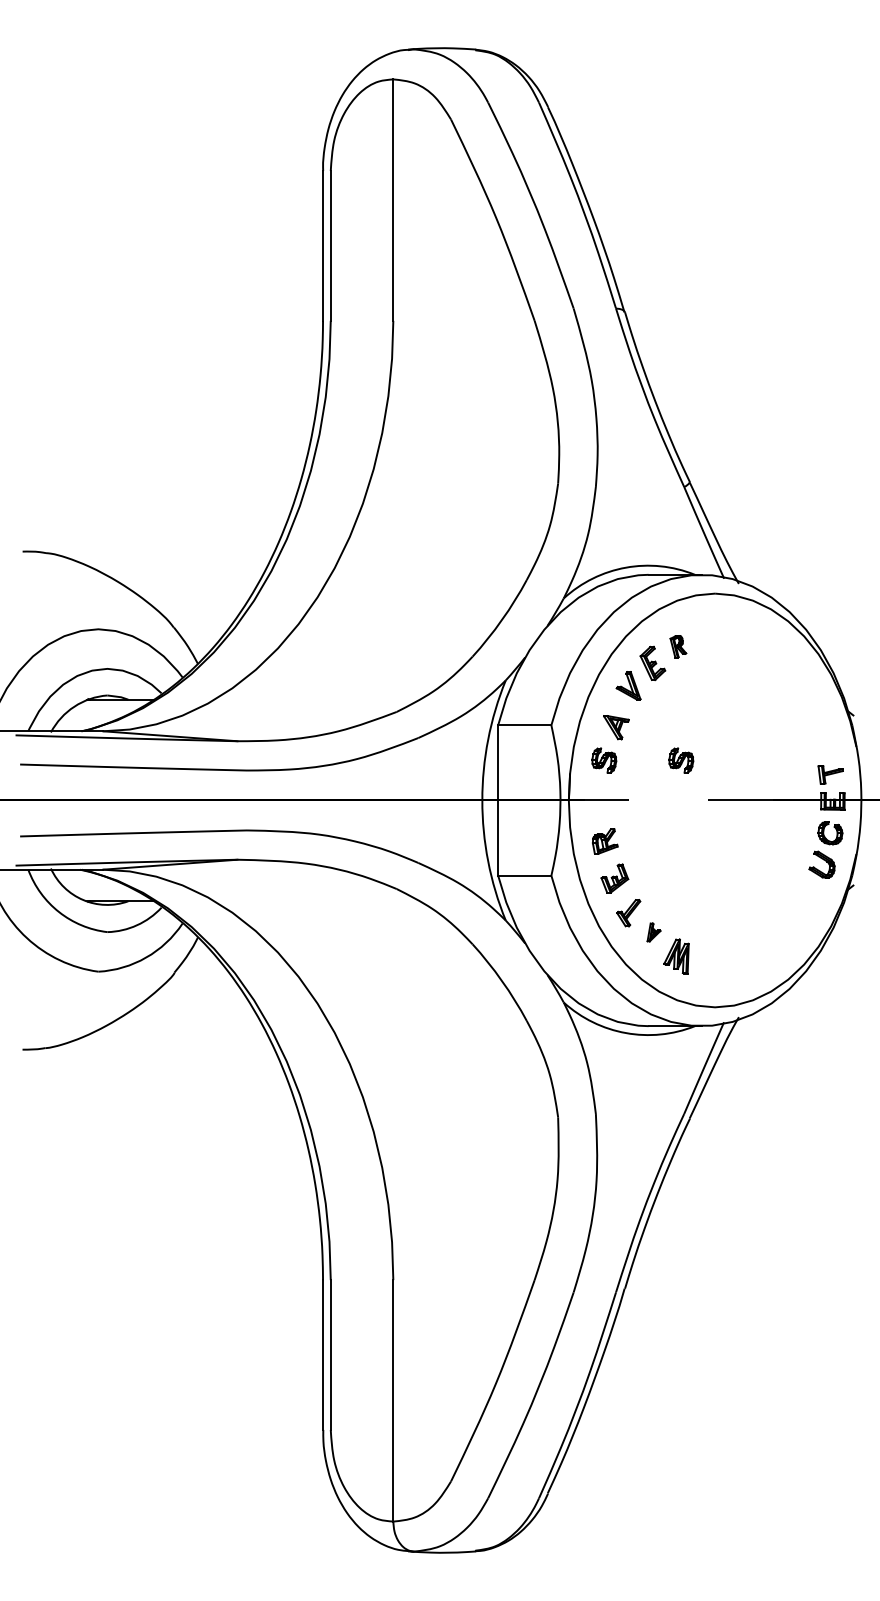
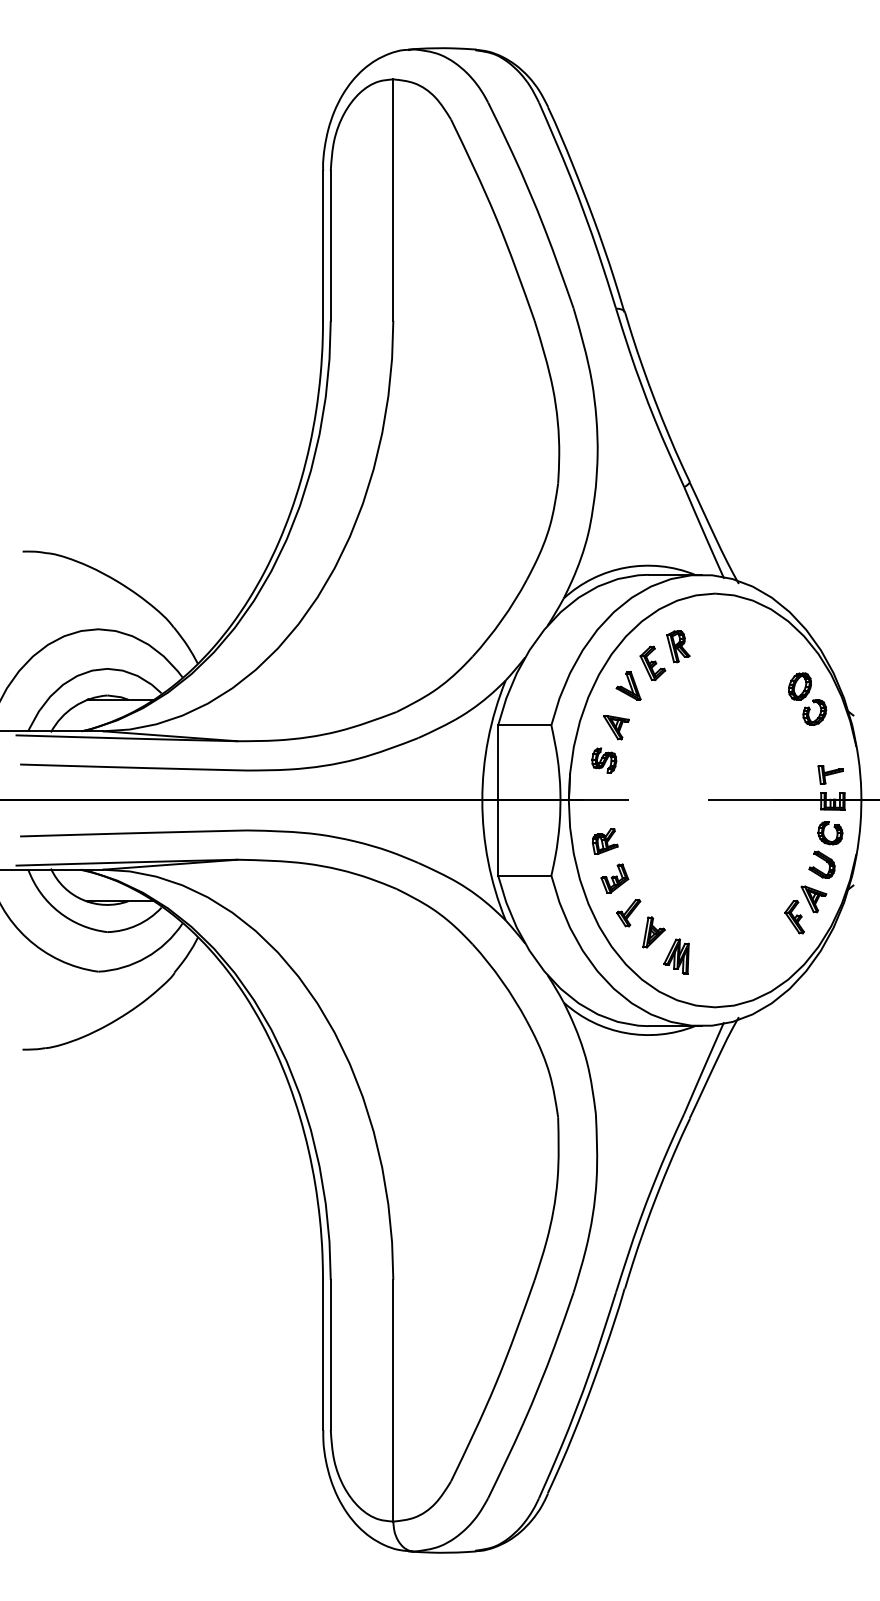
part at (678, 646) size: 19x24 px -> 25x34 px
part at (807, 698): none -> present
part at (681, 760): present -> none
part at (805, 909): none -> present
part at (653, 932) size: 16x21 px -> 24x33 px
